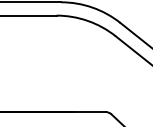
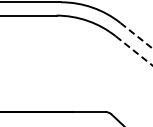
line at (136, 36): solid -> dashed
line at (134, 51): solid -> dashed
